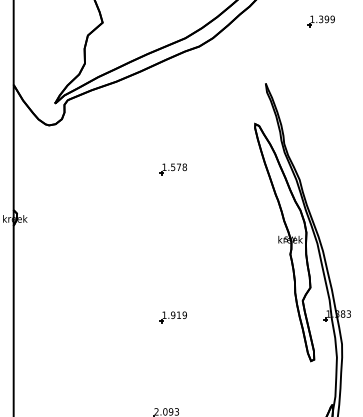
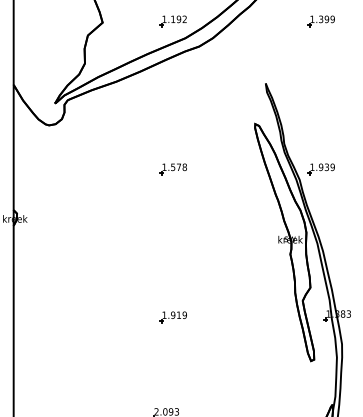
part at (172, 21): none -> present
part at (320, 169): none -> present
